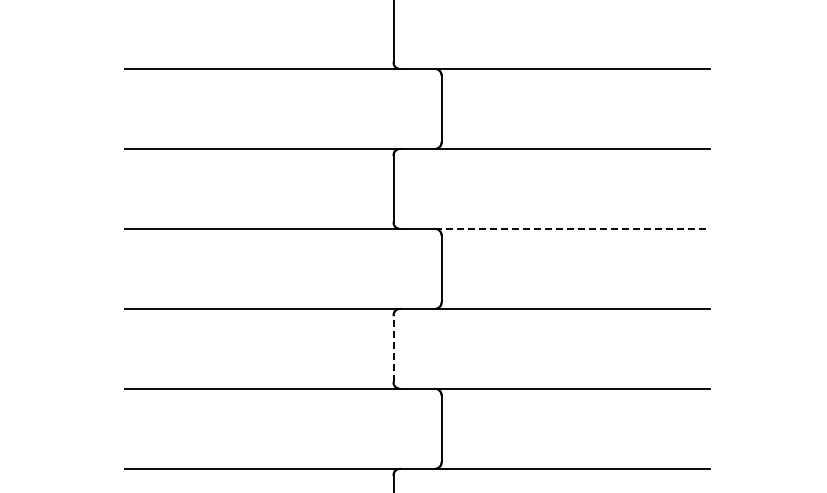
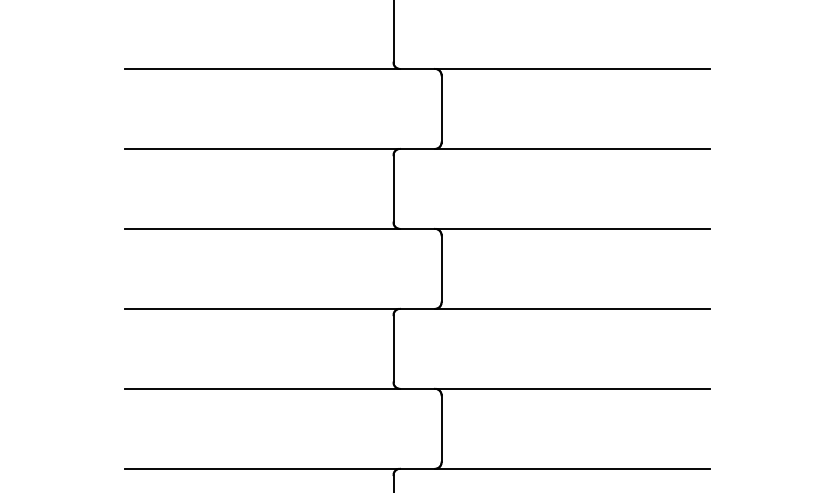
line at (572, 228): dashed -> solid
line at (393, 348): dashed -> solid
